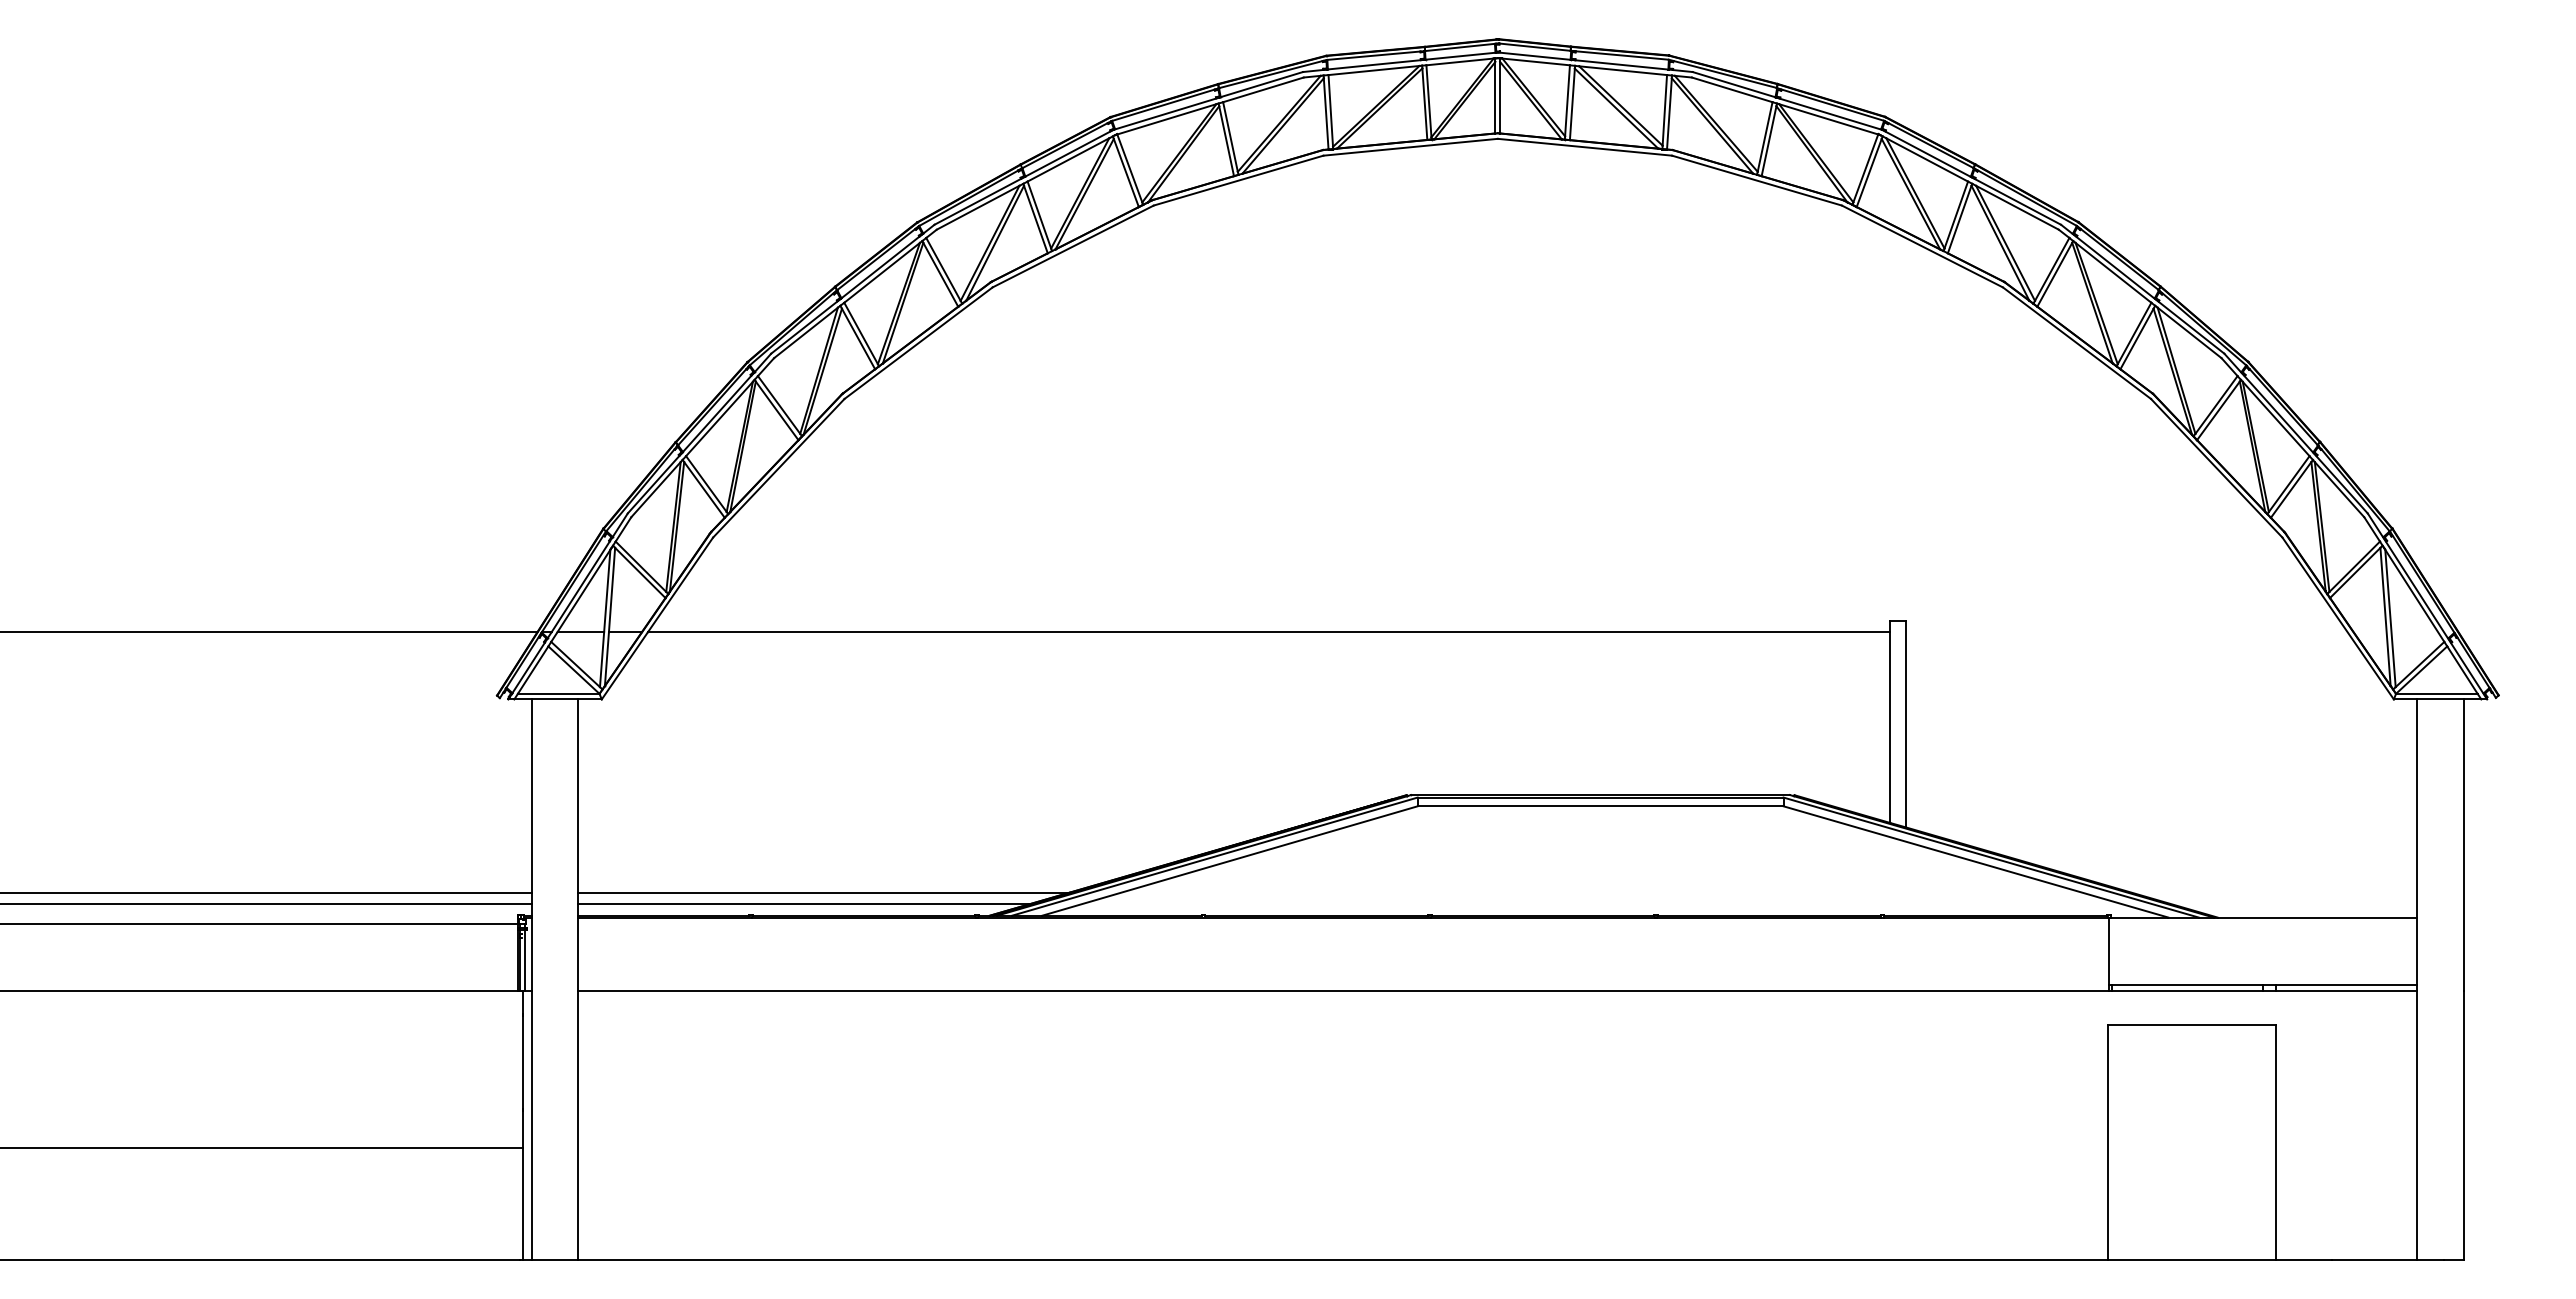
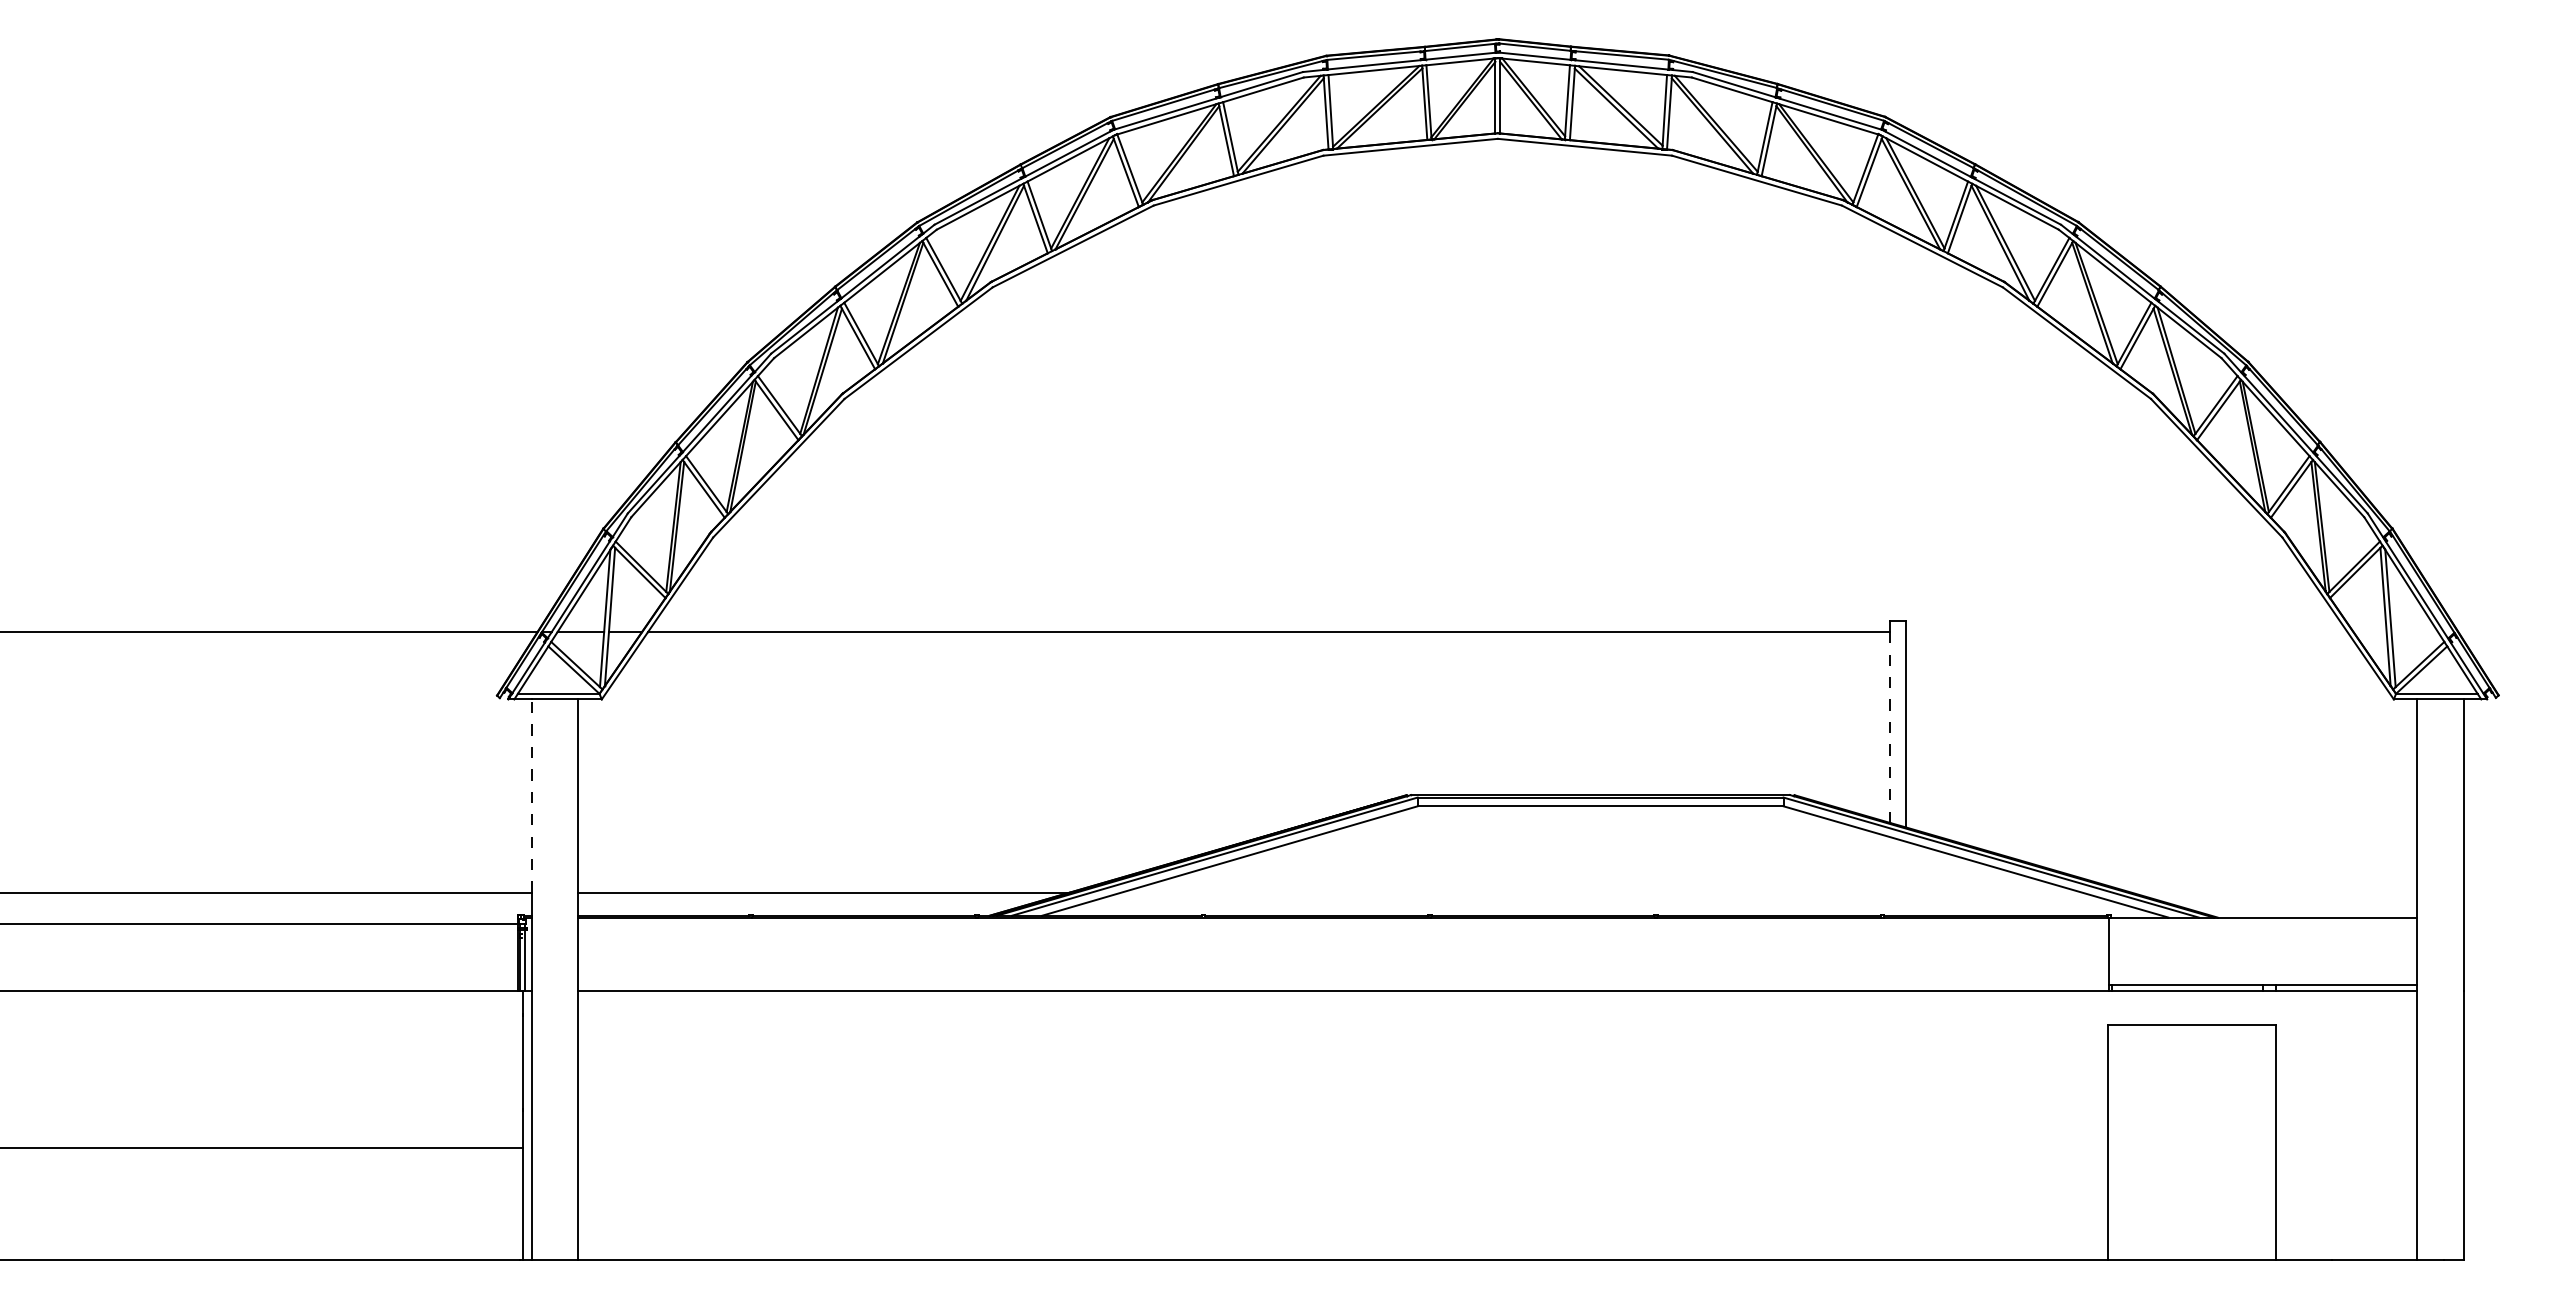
line at (1890, 728): solid -> dashed
line at (531, 796): solid -> dashed
line at (266, 903): present -> none
line at (805, 903): present -> none
